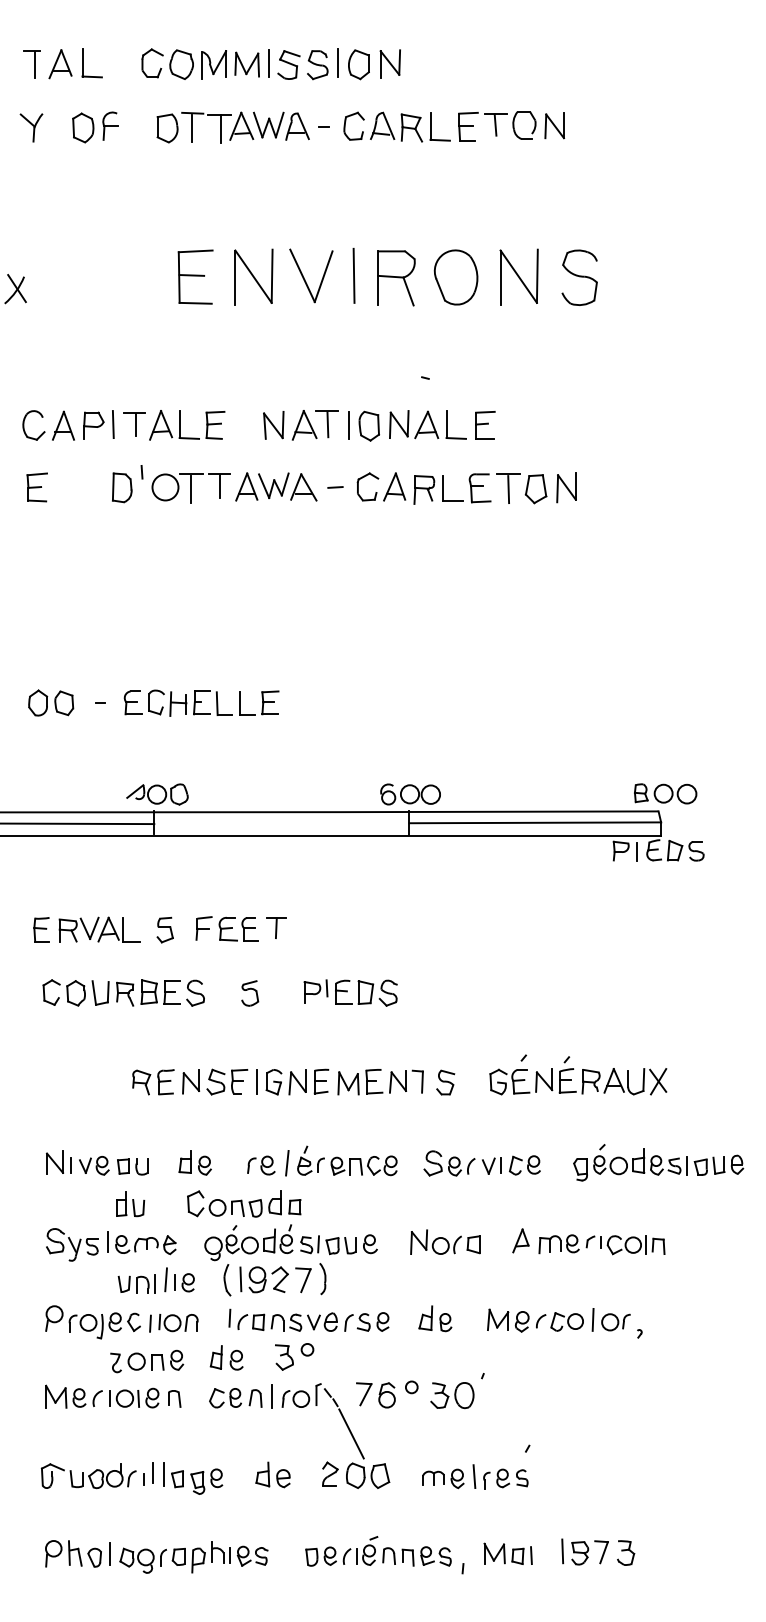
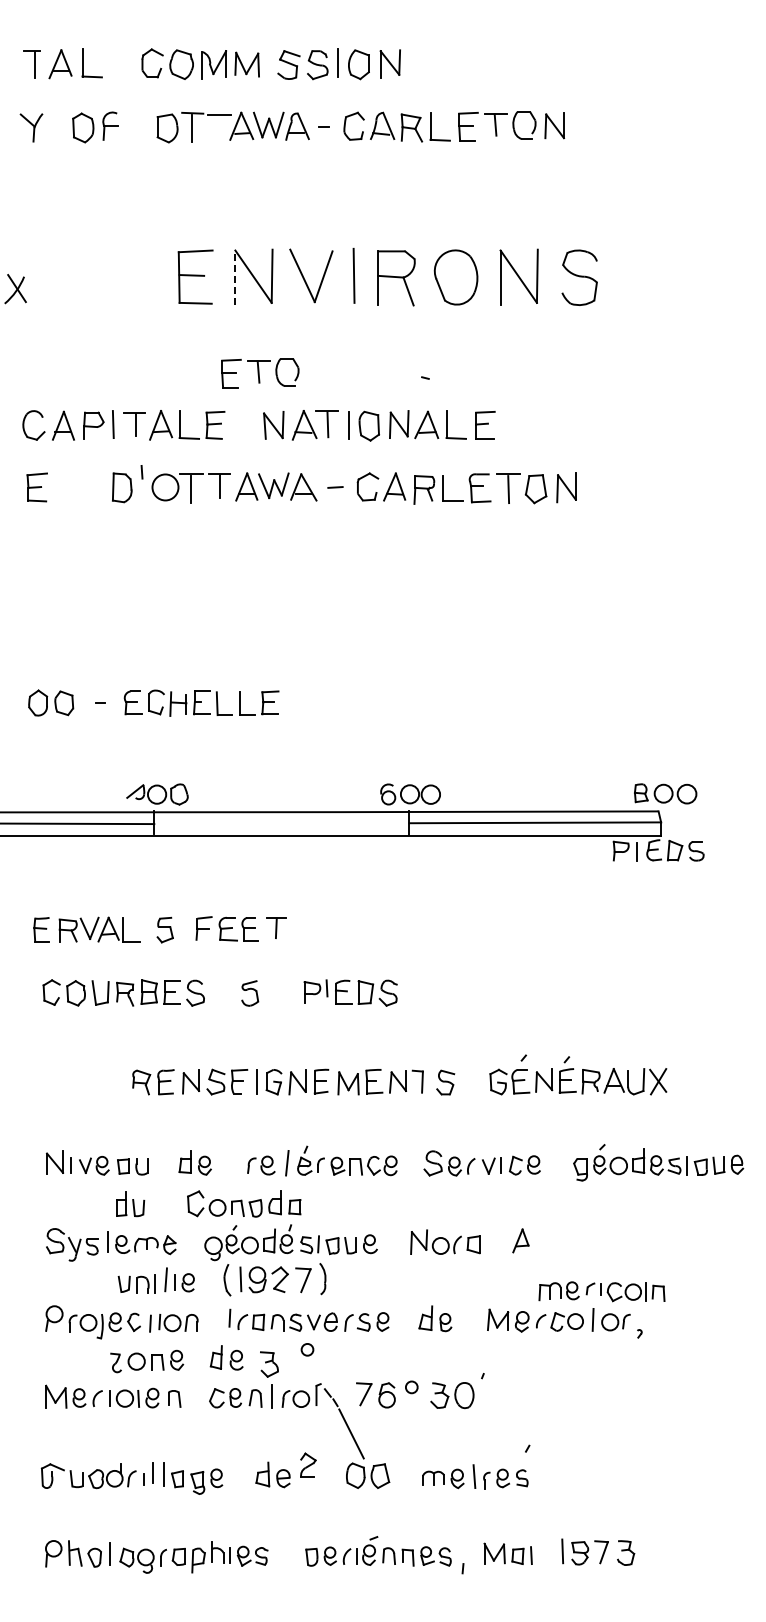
line at (269, 63): present -> none
line at (221, 128): present -> none
line at (235, 277): solid -> dashed
part at (260, 373): none -> present
part at (601, 1244) position: (601, 1244) -> (601, 1291)
part at (284, 1357) position: (284, 1357) -> (269, 1364)
part at (330, 1473) position: (330, 1473) -> (308, 1464)
